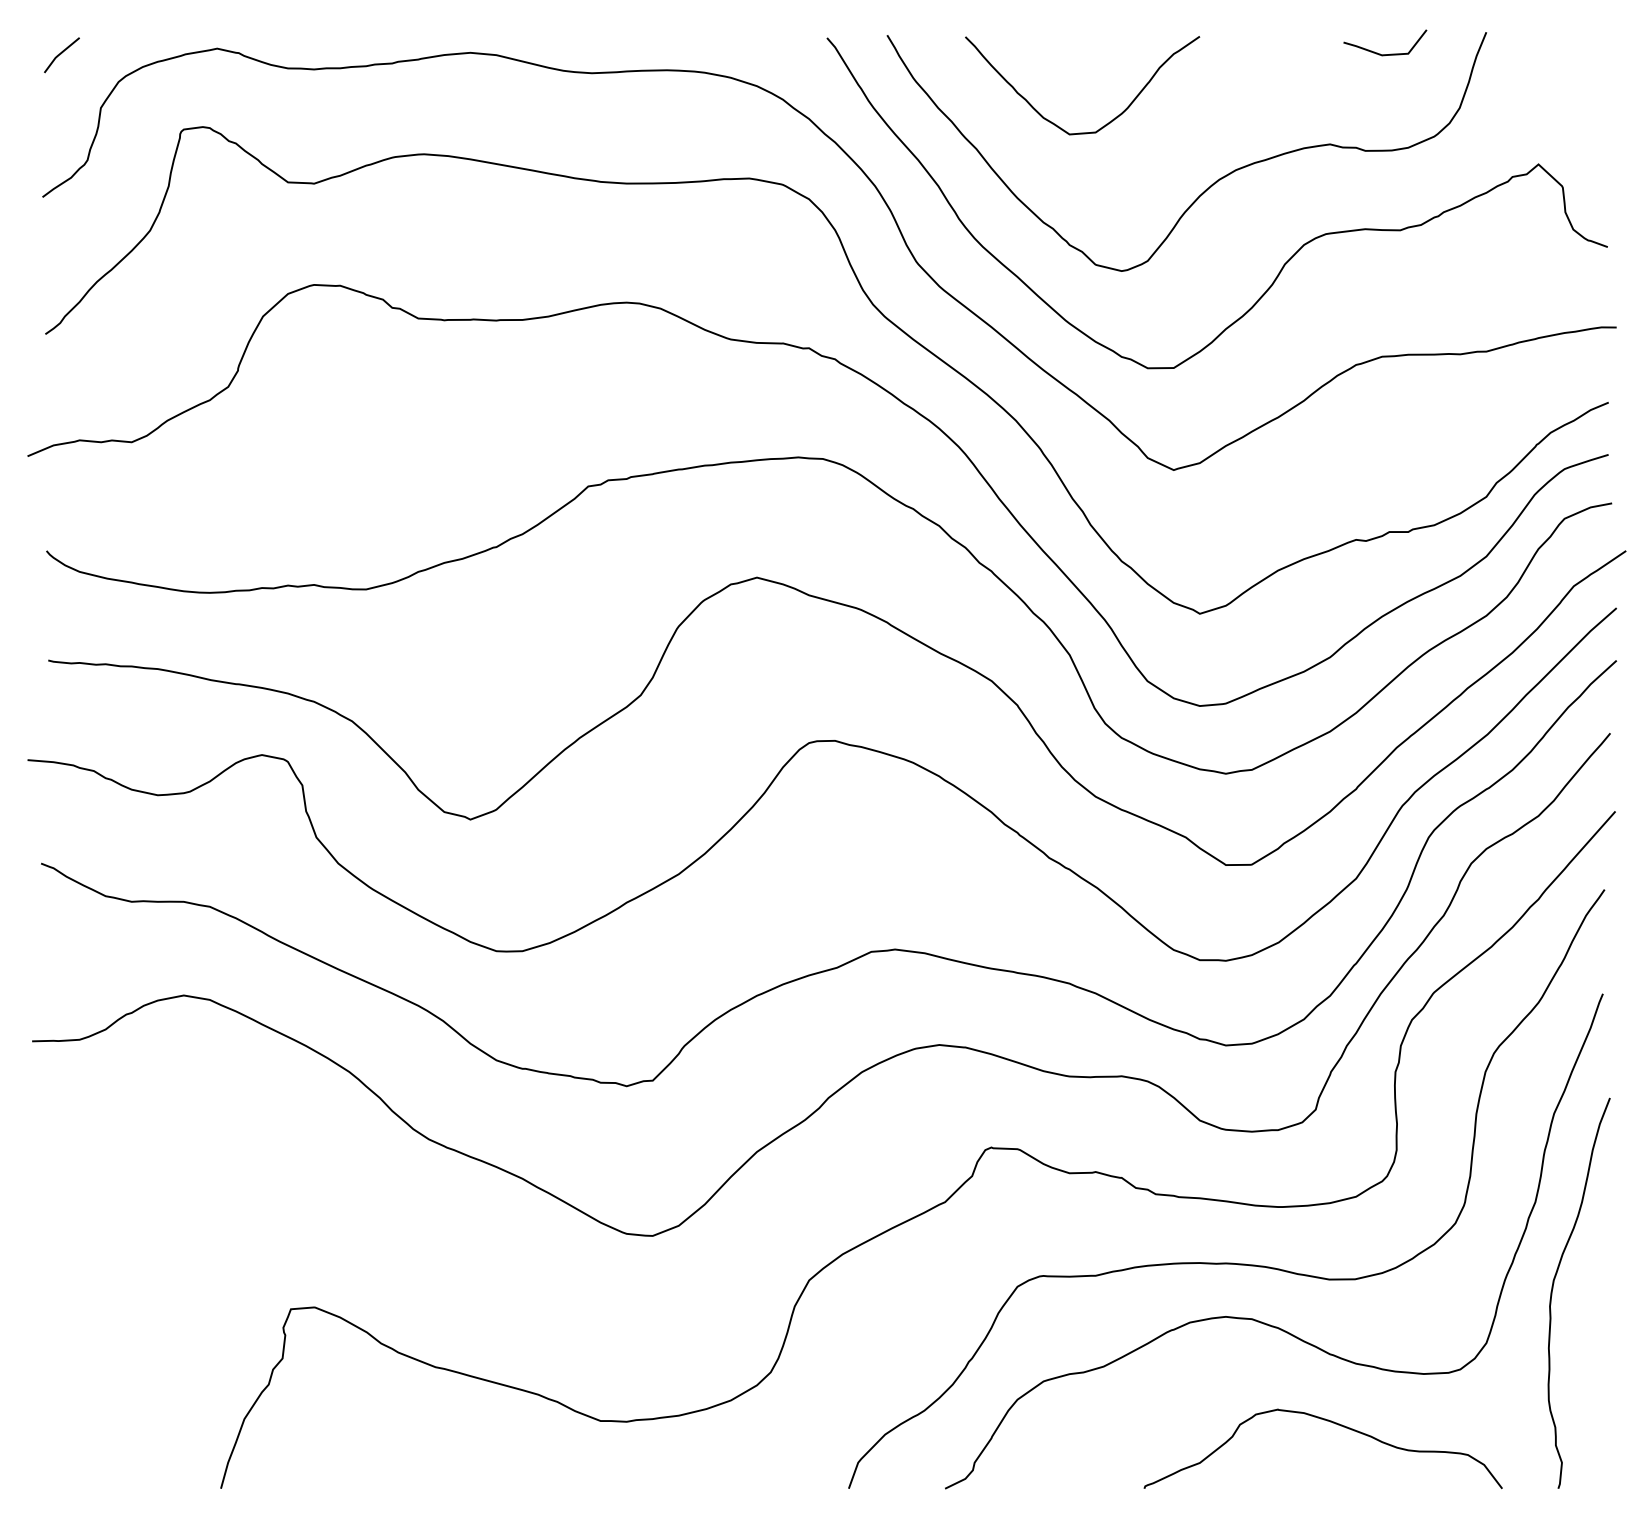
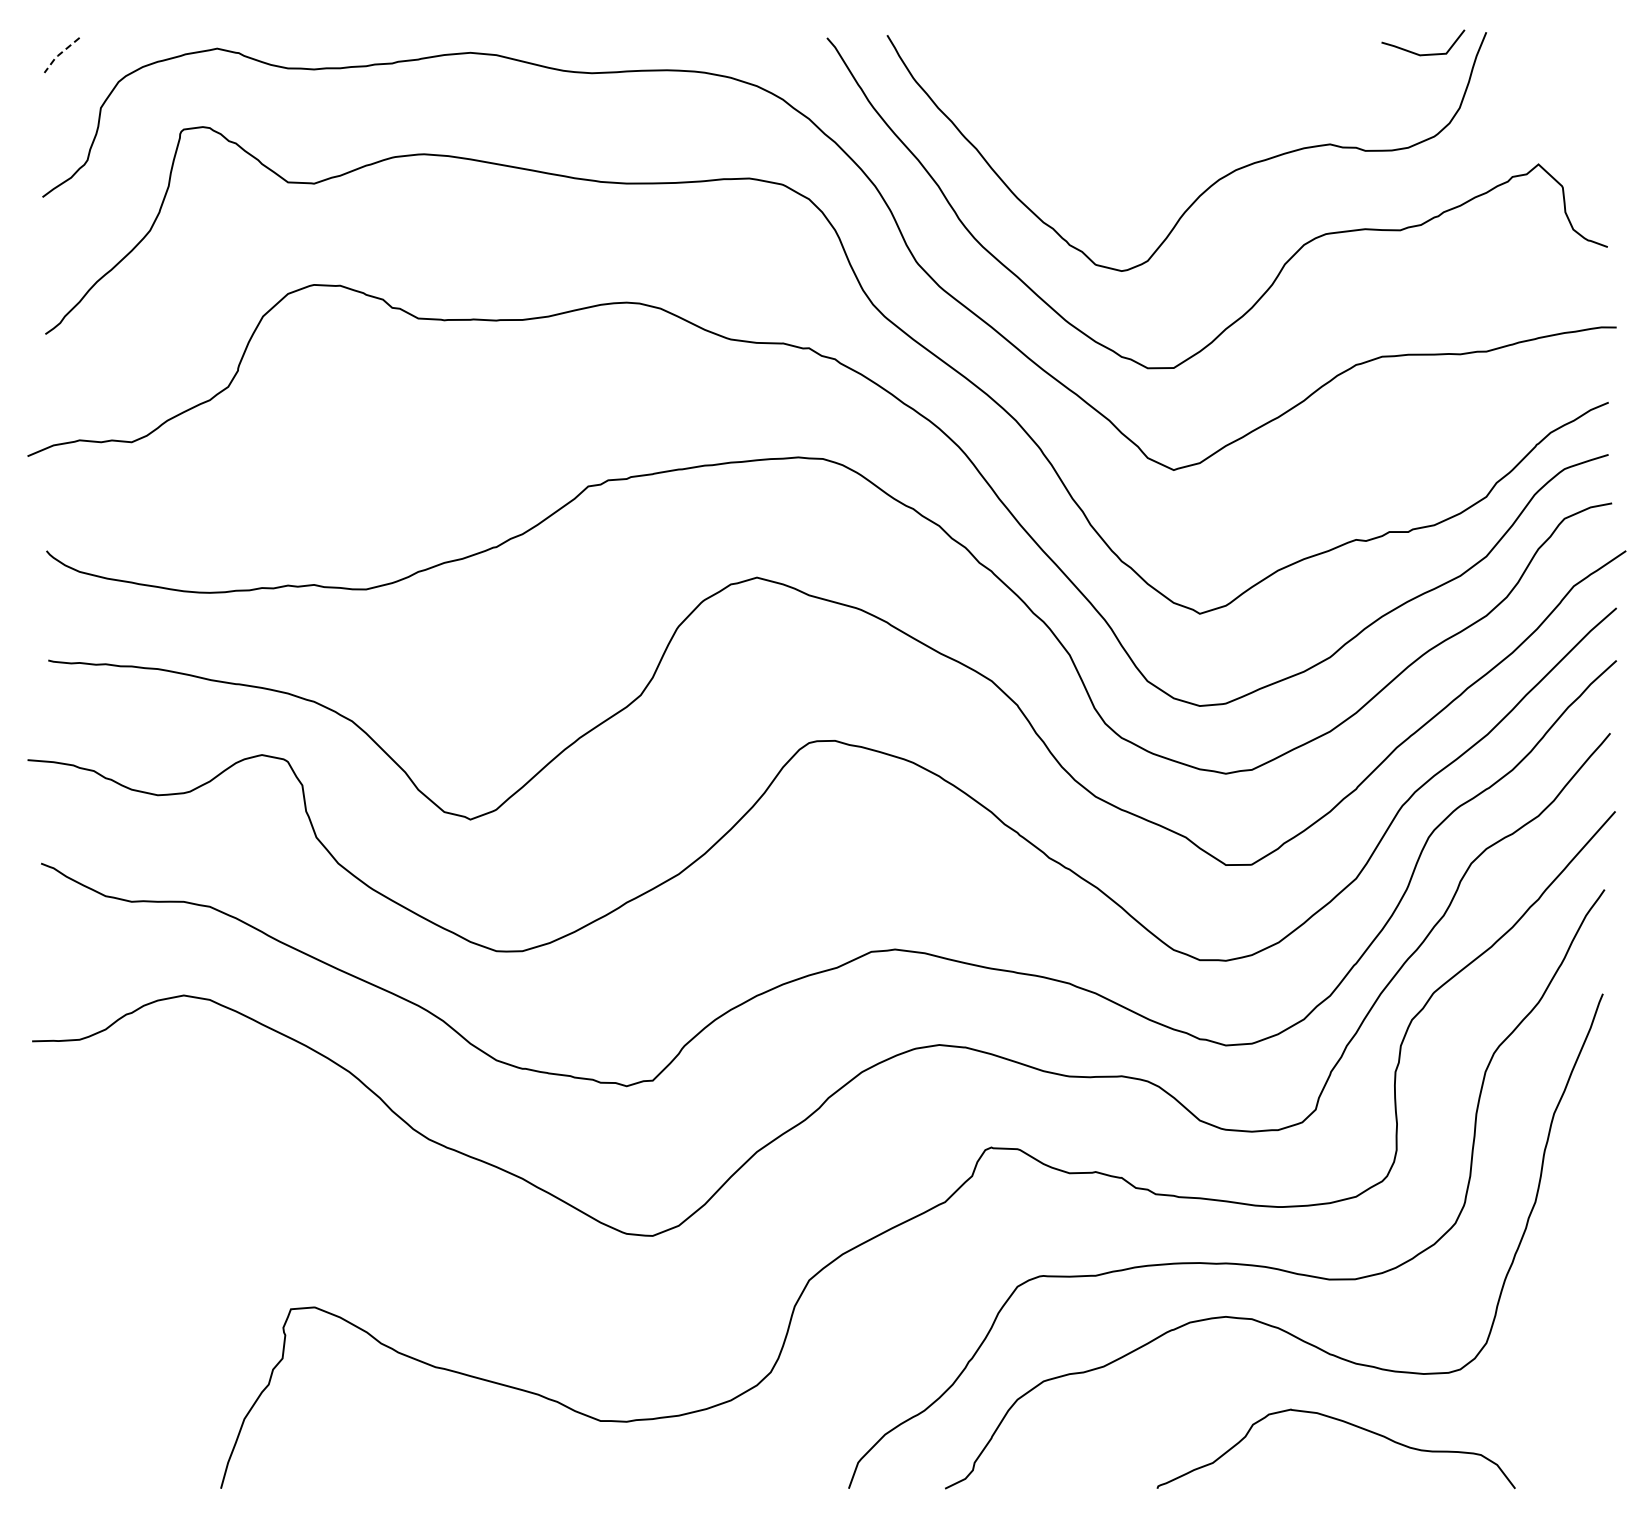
line at (59, 54): solid -> dashed
curve at (1385, 54) position: (1385, 54) -> (1423, 54)
curve at (1106, 123): present -> none
curve at (1553, 1289): present -> none
curve at (1330, 1422) position: (1330, 1422) -> (1343, 1422)
